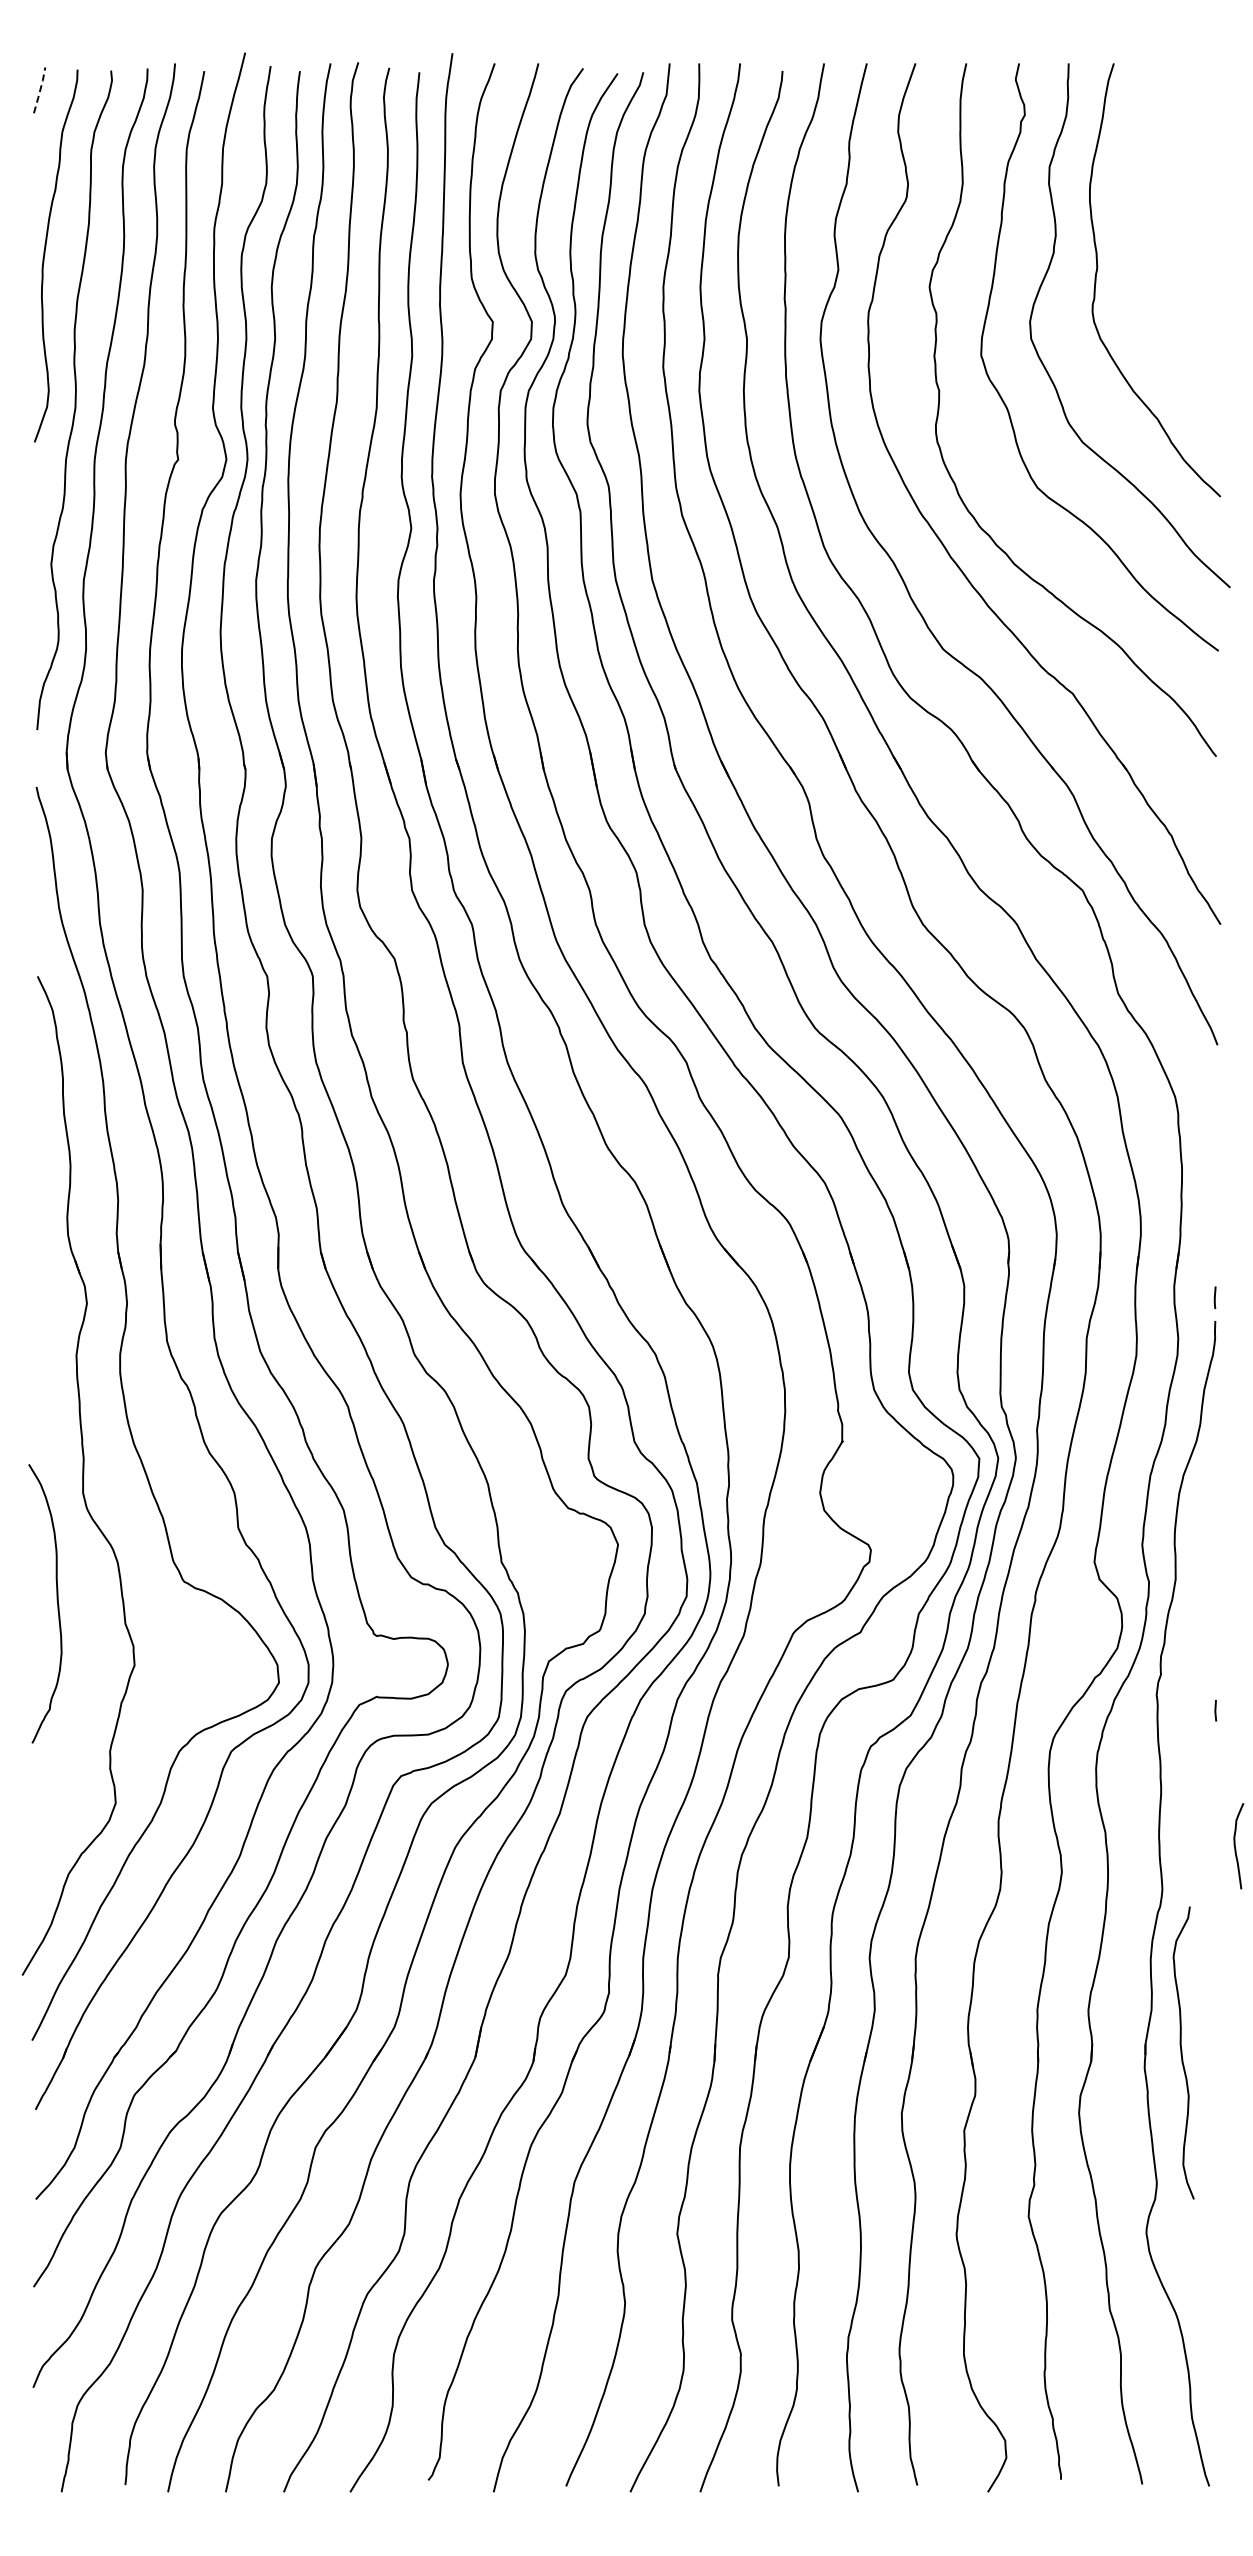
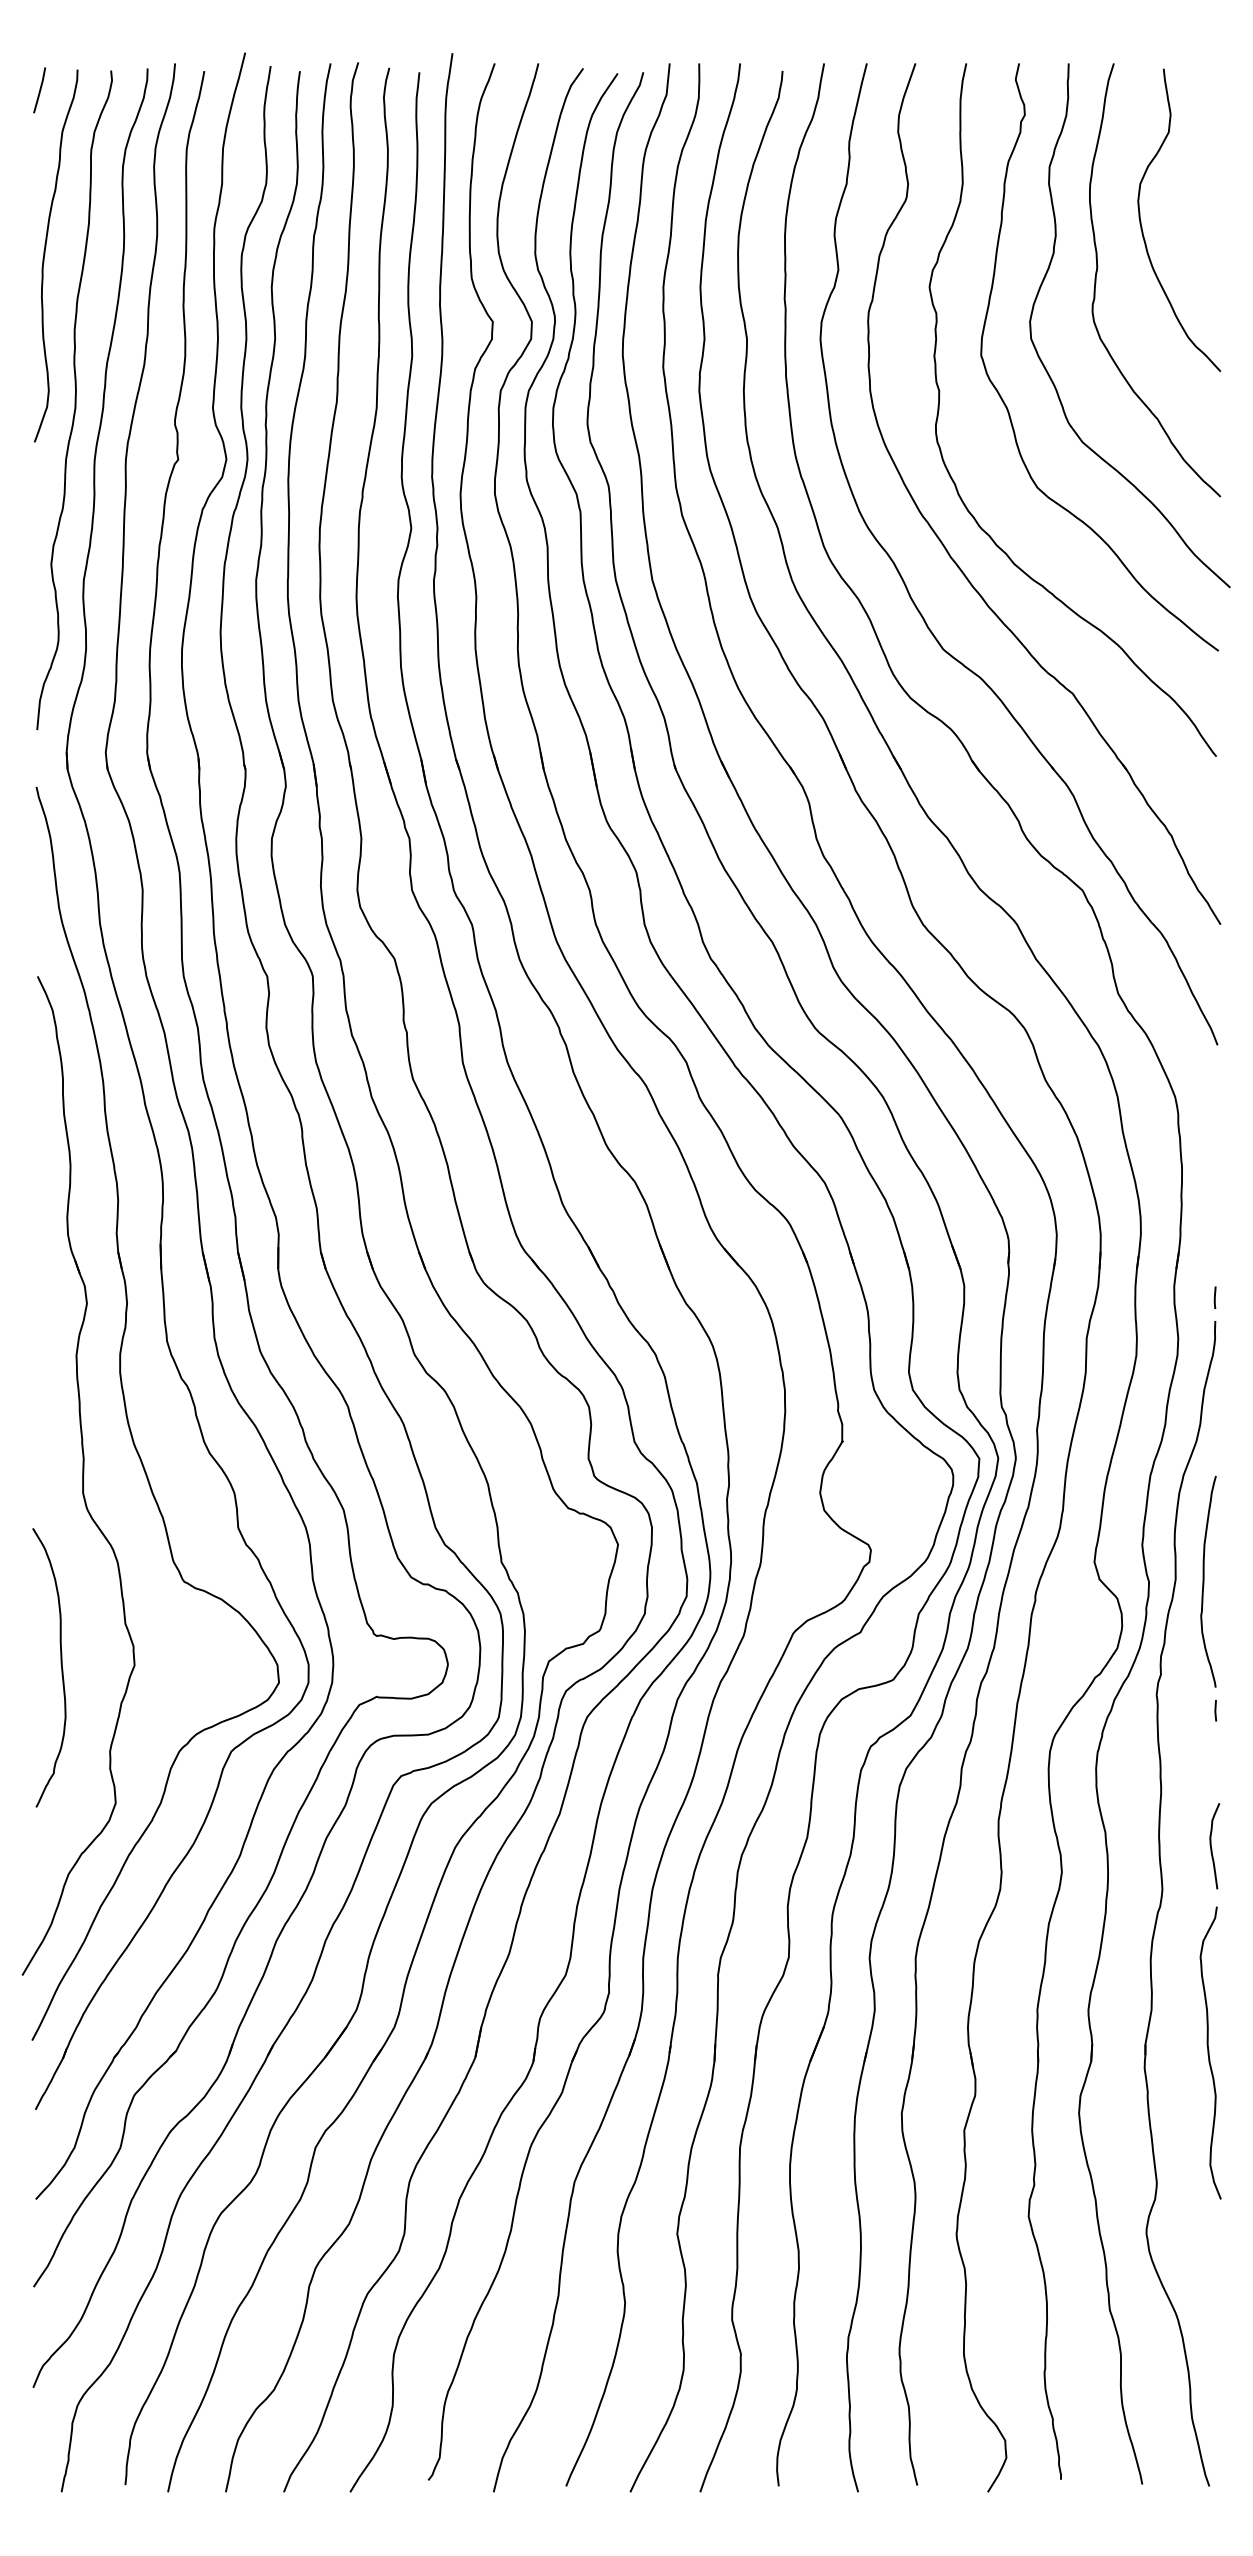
line at (40, 90): dashed -> solid
curve at (1142, 226): none -> present
curve at (1204, 1581): none -> present
curve at (56, 1600) position: (56, 1600) -> (60, 1664)
curve at (1236, 1848) position: (1236, 1848) -> (1212, 1848)
curve at (1182, 2052) position: (1182, 2052) -> (1209, 2052)
